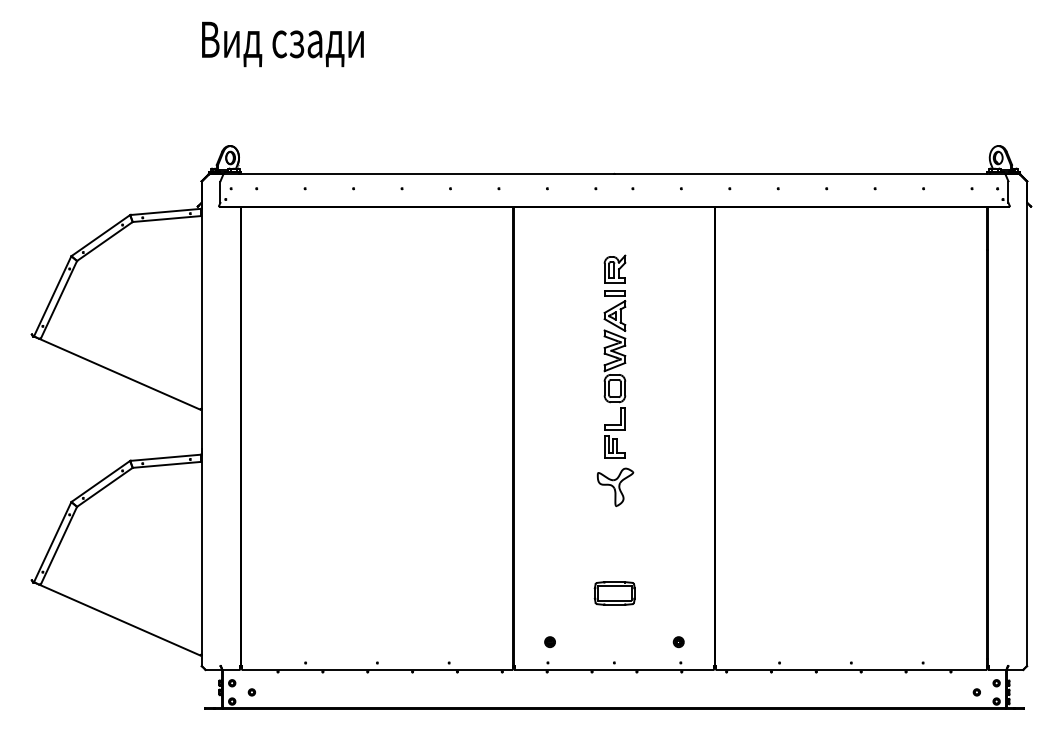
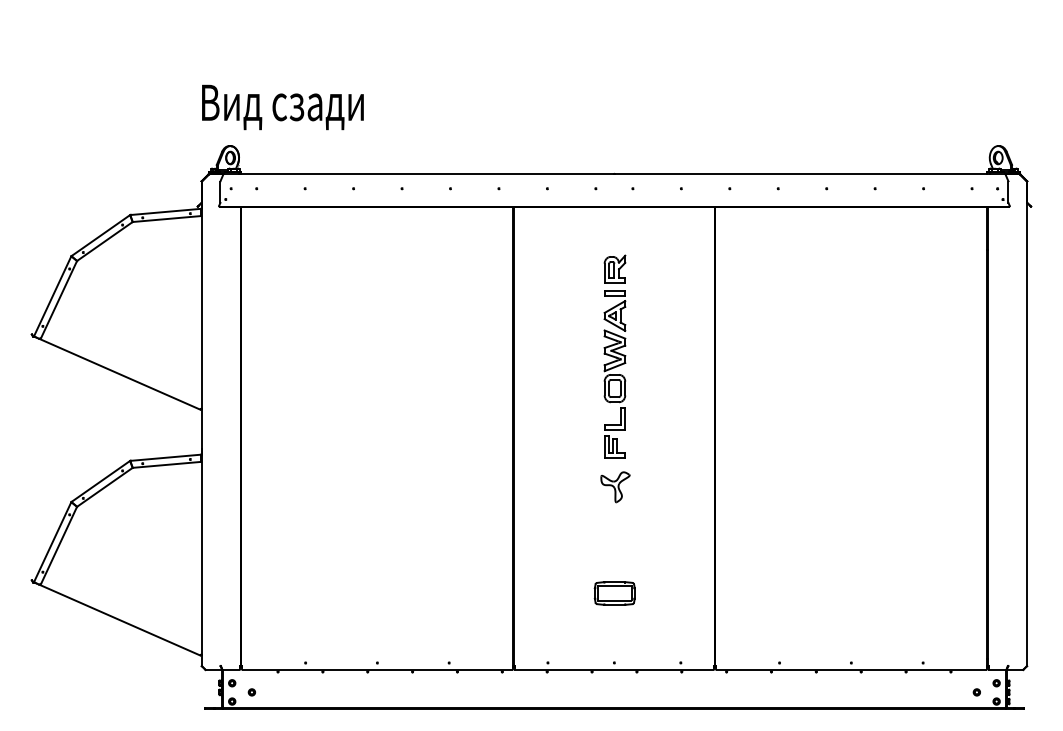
text at (282, 44) position: (282, 44) -> (282, 107)
part at (615, 486) size: 39x40 px -> 31x33 px
part at (549, 642): present -> none
part at (678, 642): present -> none
